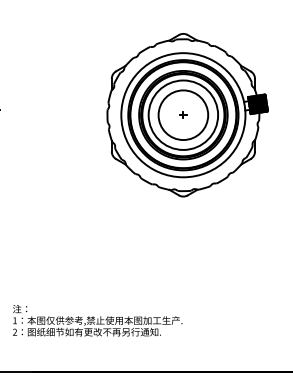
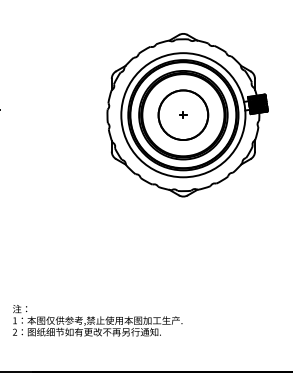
circle at (183, 114) diameter: 69 px -> 50 px
